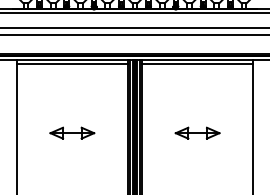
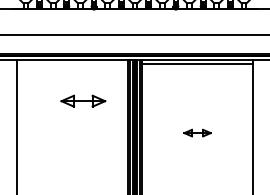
line at (134, 12): present -> none
line at (134, 28): present -> none
line at (71, 64): present -> none
part at (72, 132) position: (72, 132) -> (83, 100)
part at (197, 132) size: 47x14 px -> 29x10 px
